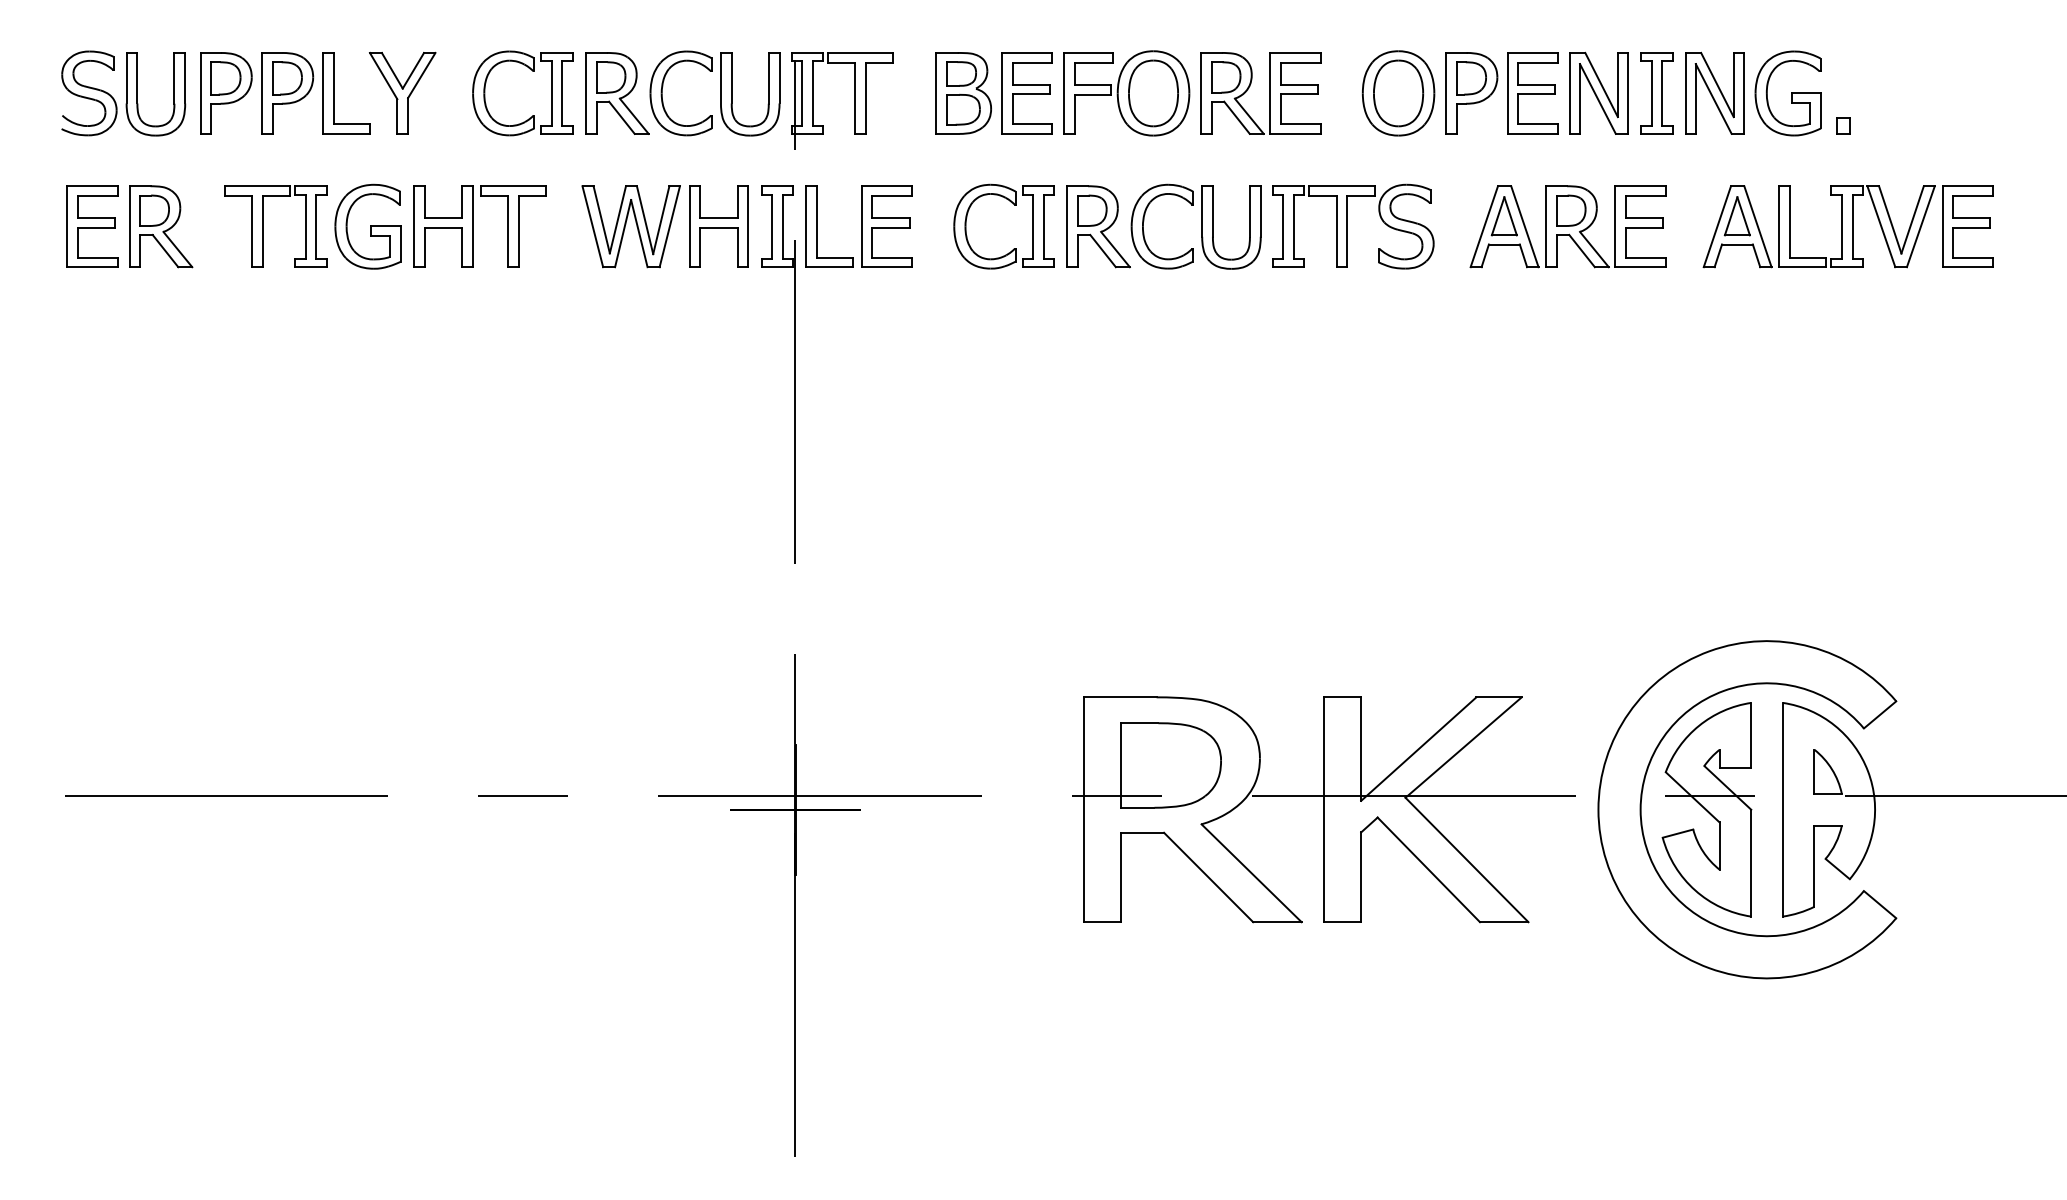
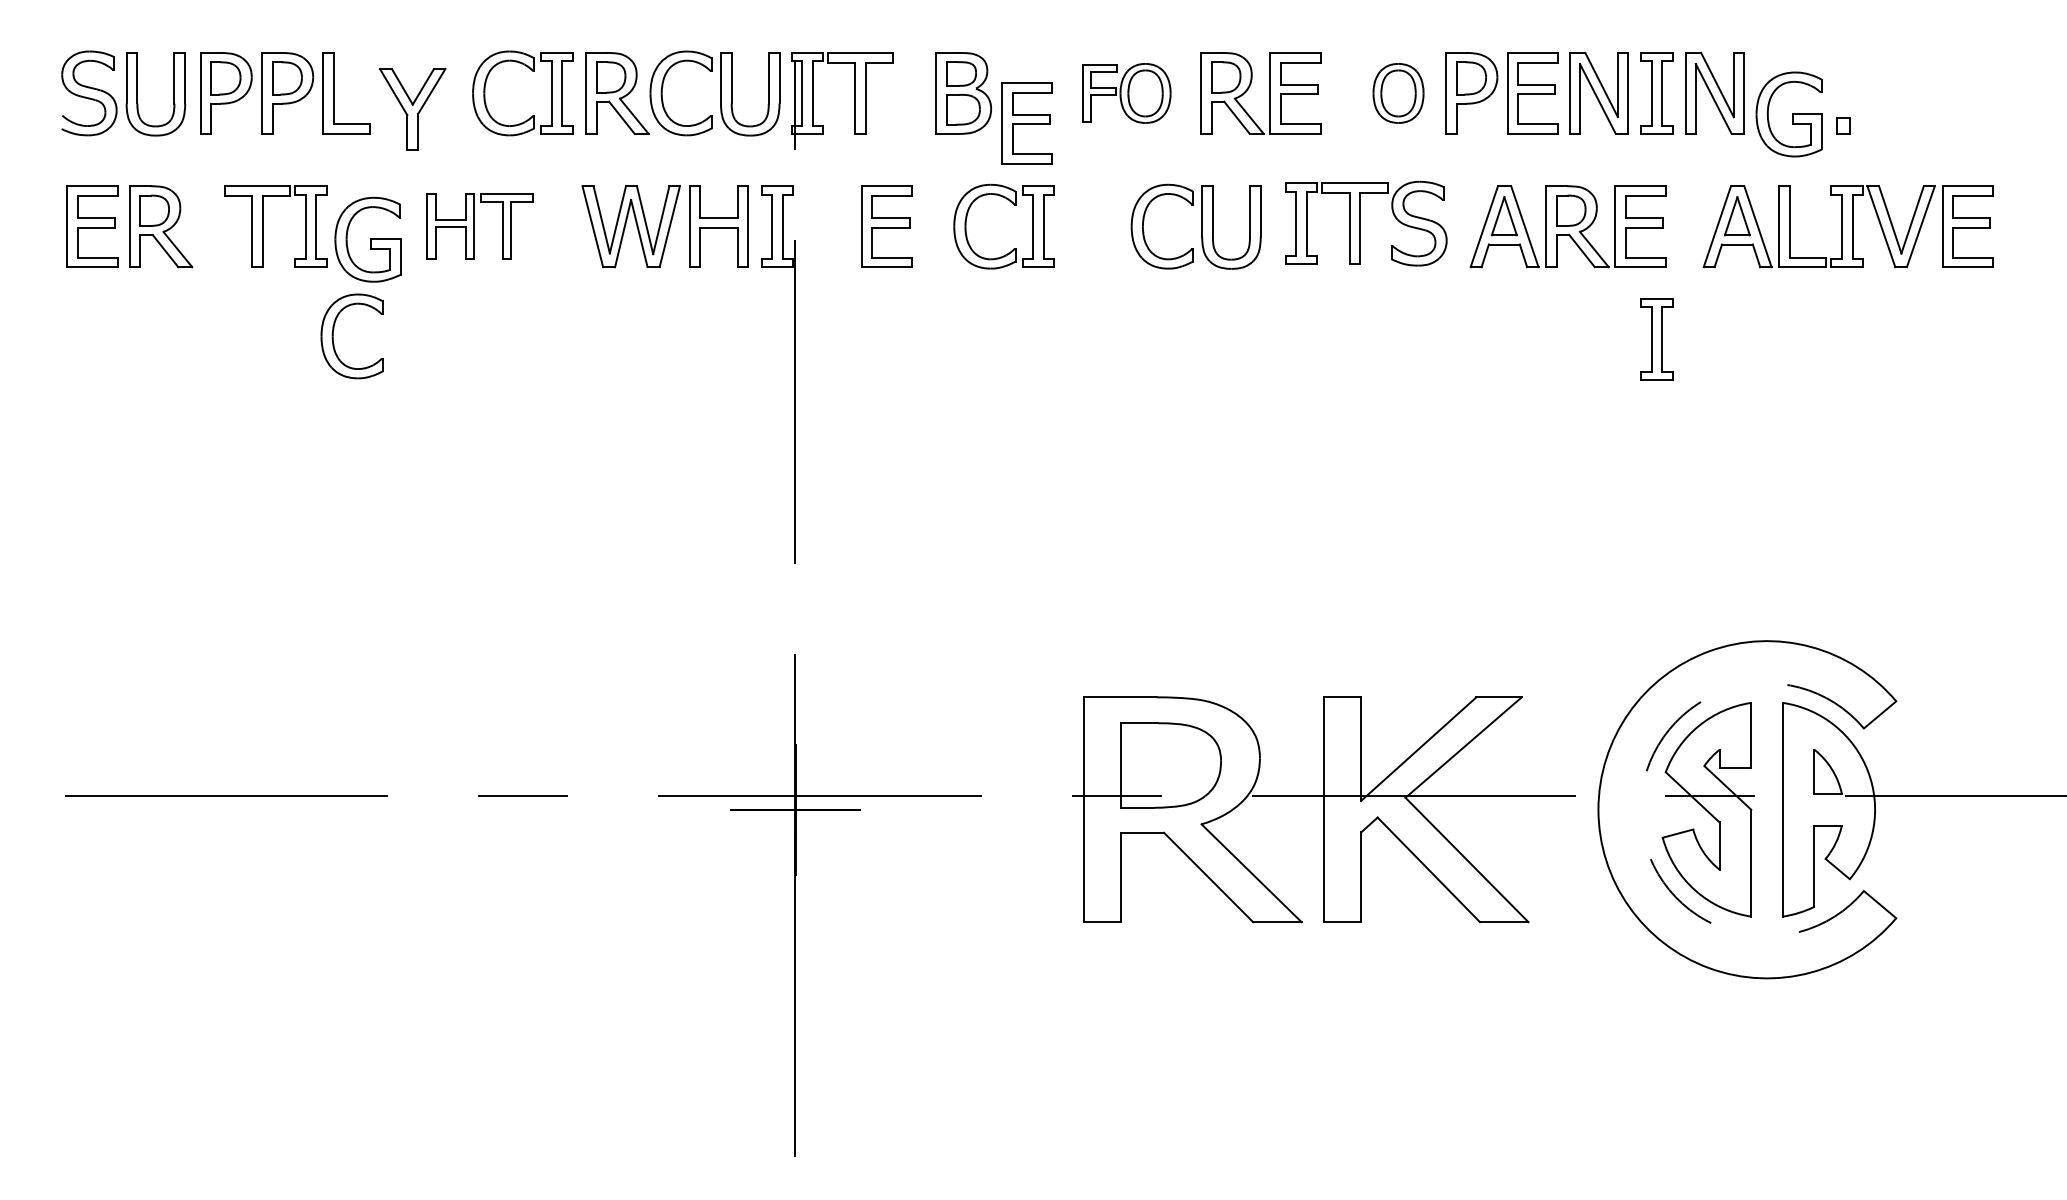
part at (402, 92) position: (402, 92) -> (412, 108)
part at (1026, 93) position: (1026, 93) -> (1026, 123)
part at (1126, 93) size: 128x87 px -> 90x61 px
part at (1398, 93) size: 75x87 px -> 53x61 px
part at (1787, 93) position: (1787, 93) -> (1788, 114)
part at (367, 226) position: (367, 226) -> (367, 239)
part at (479, 226) size: 134x83 px -> 108x67 px
part at (817, 226): present -> none
part at (1098, 226): present -> none
part at (1353, 226) position: (1353, 226) -> (1366, 223)
part at (333, 336): none -> present
part at (1656, 339): none -> present
arc at (1640, 809): solid -> dashed
